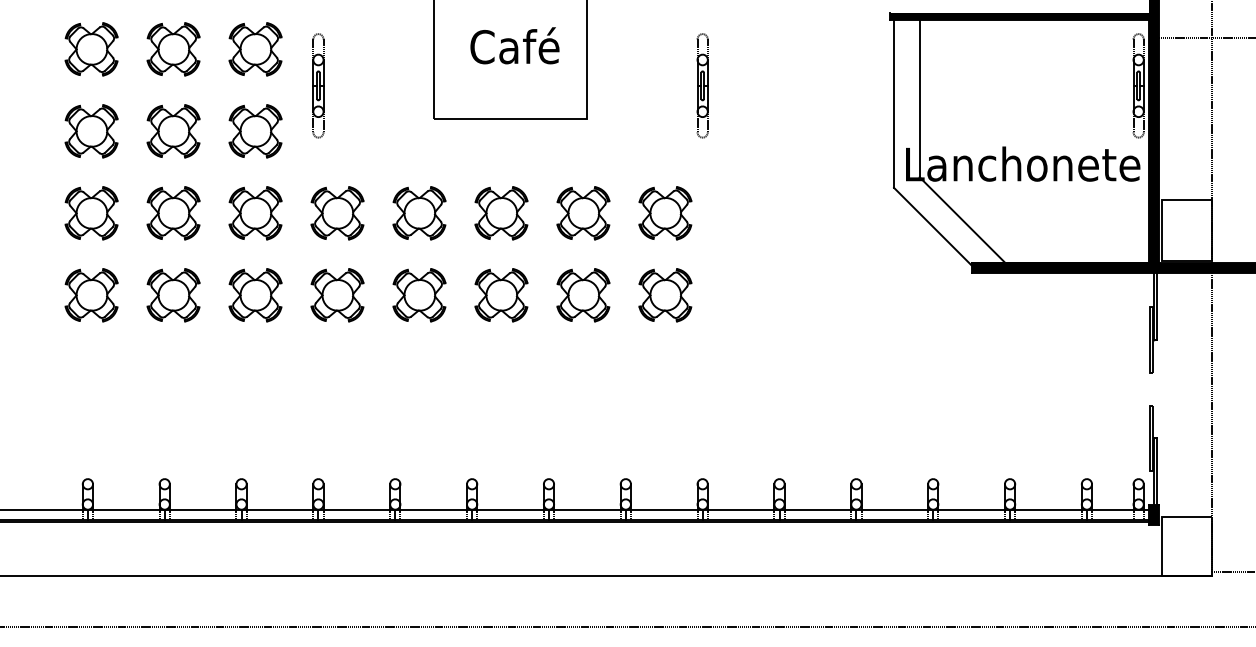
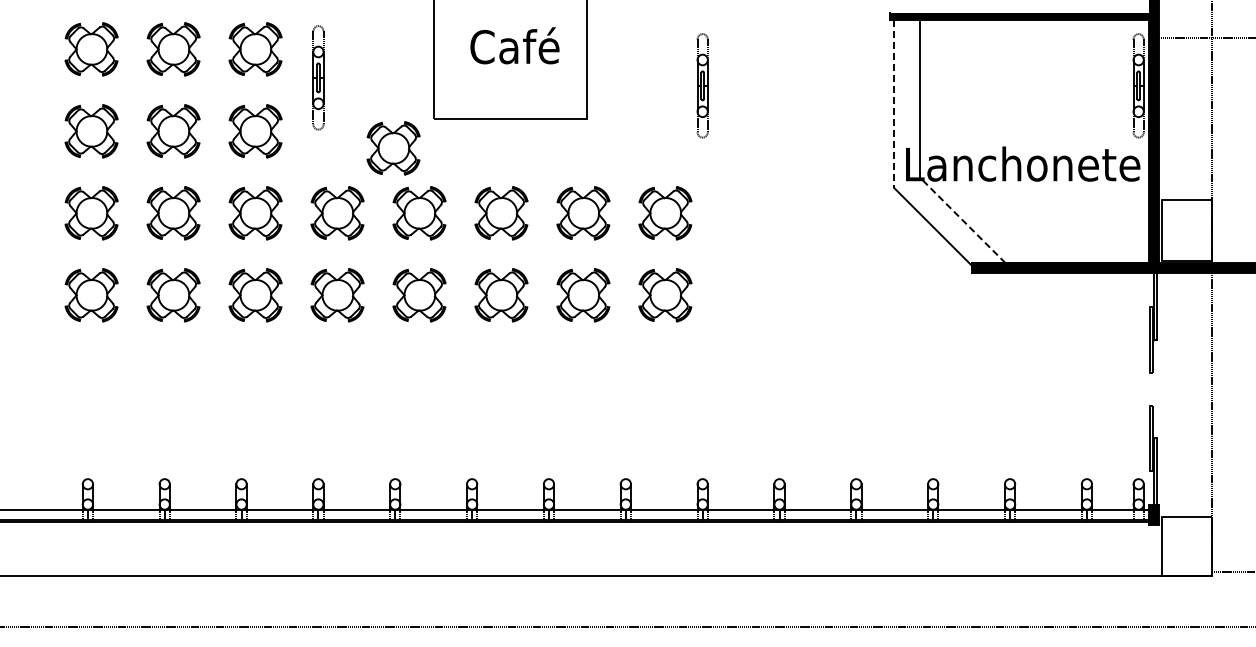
part at (318, 85) position: (318, 85) -> (318, 77)
line at (894, 104): solid -> dashed
part at (393, 148): none -> present
line at (962, 220): solid -> dashed
